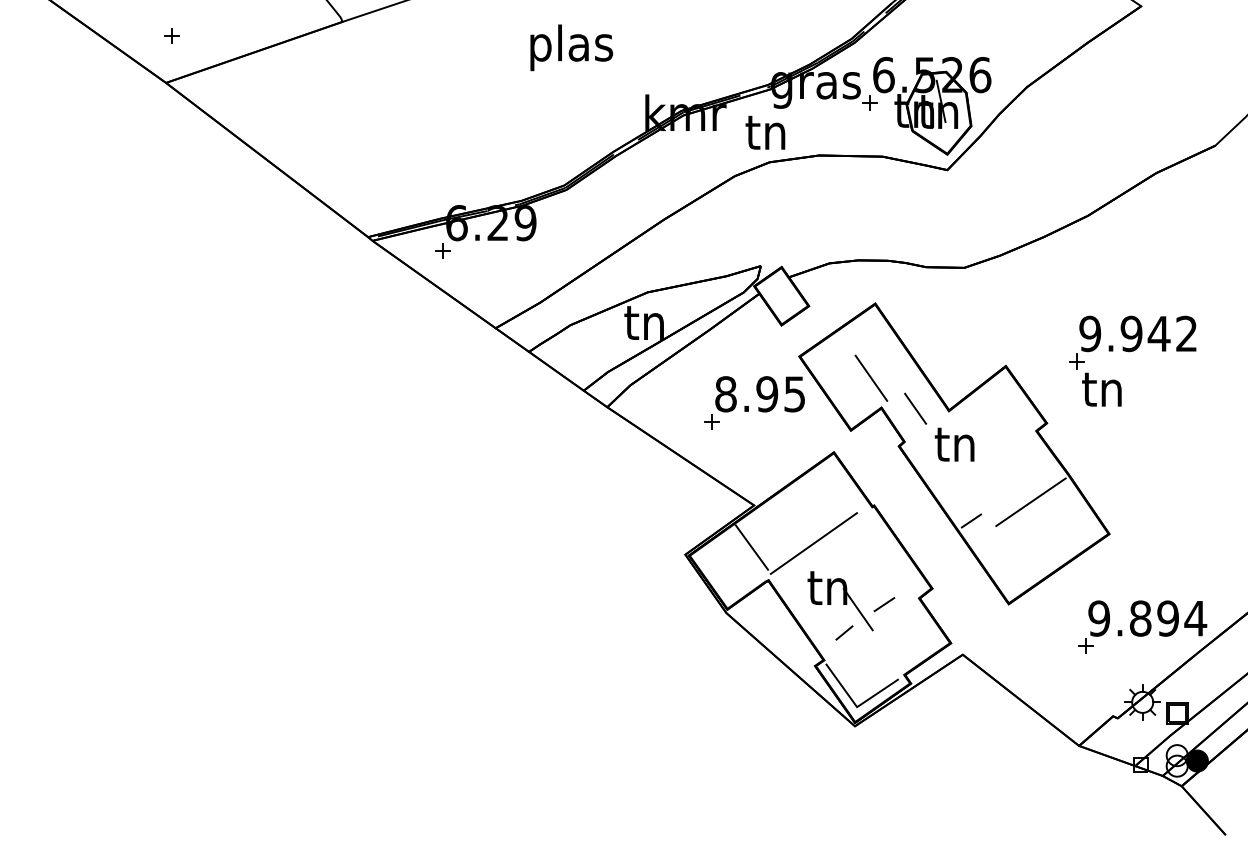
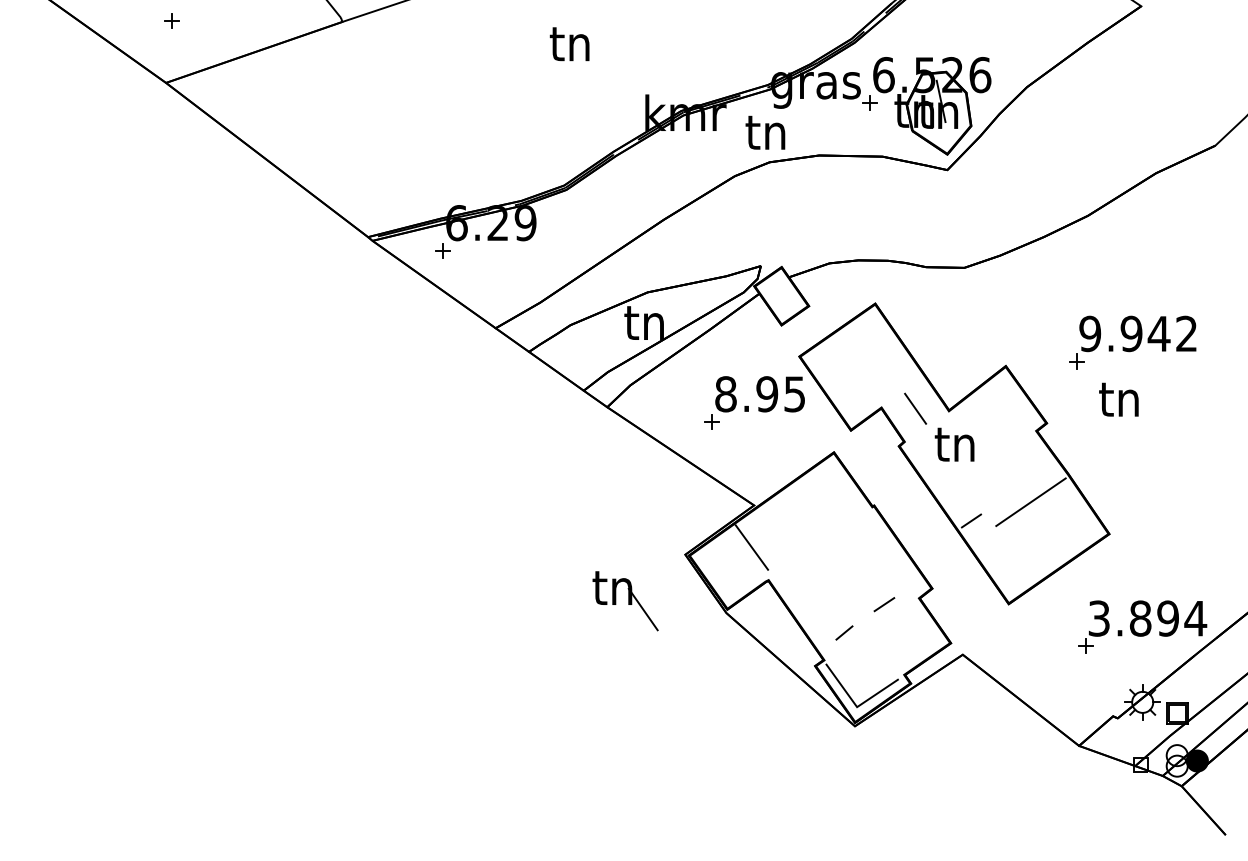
part at (171, 35) position: (171, 35) -> (171, 20)
text at (571, 47): plas -> tn
line at (871, 377): present -> none
text at (1101, 389) position: (1101, 389) -> (1118, 399)
line at (813, 543): present -> none
part at (840, 601) position: (840, 601) -> (625, 601)
text at (1099, 618): 9.894 -> 3.894
